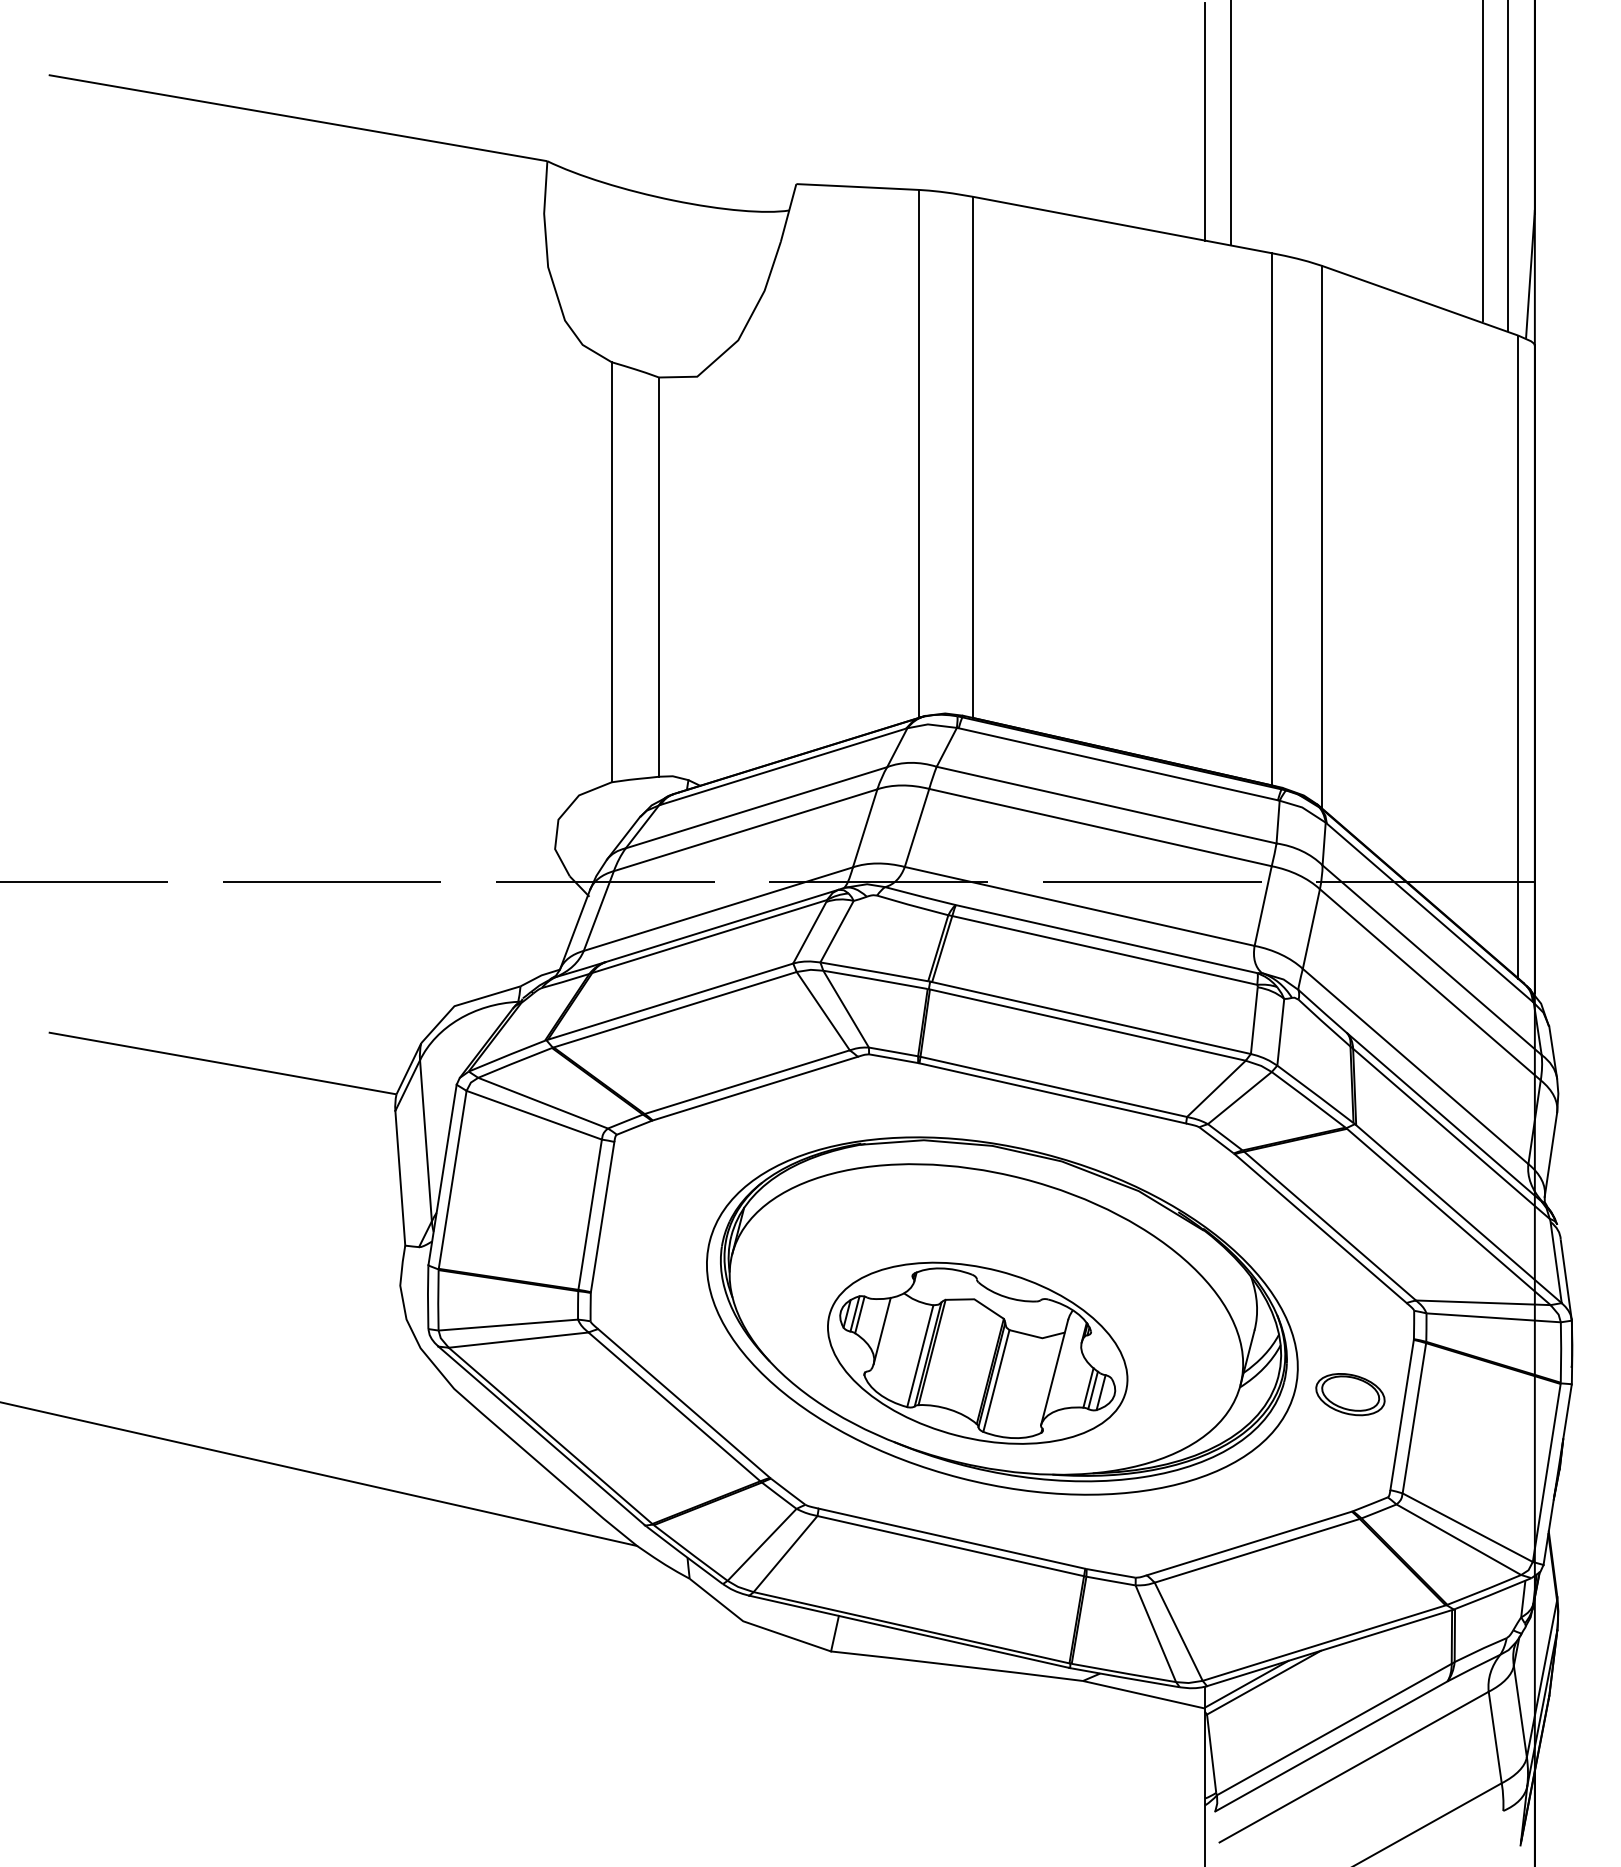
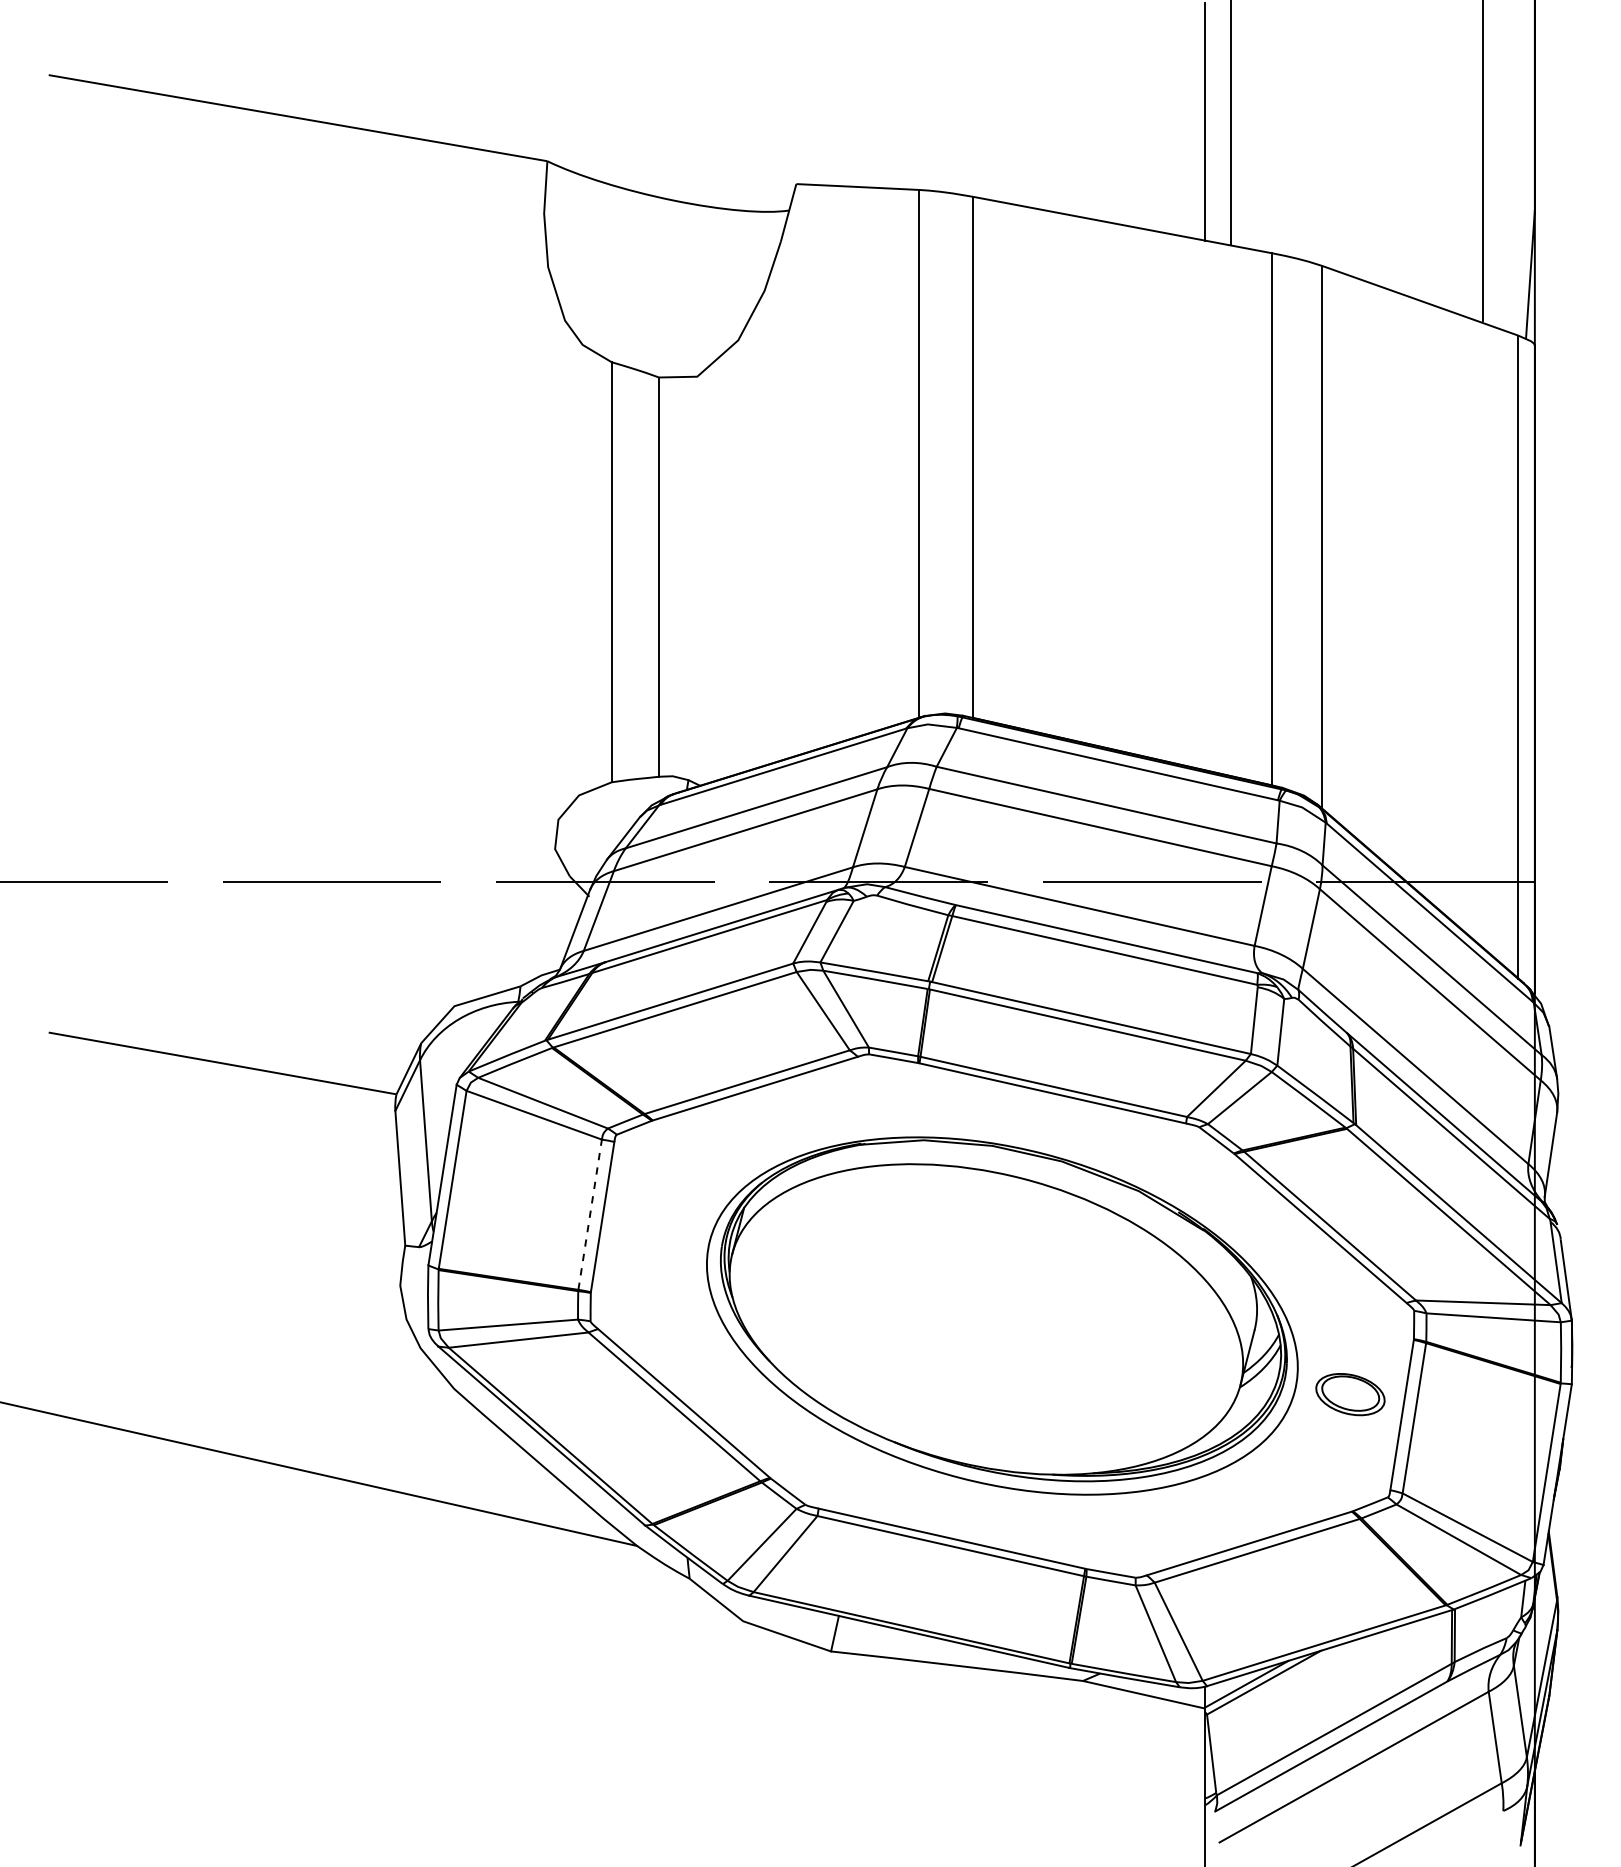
line at (1507, 166): present -> none
line at (590, 1214): solid -> dashed
part at (977, 1352): present -> none
